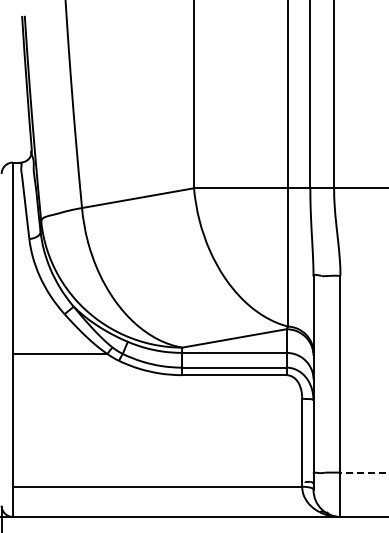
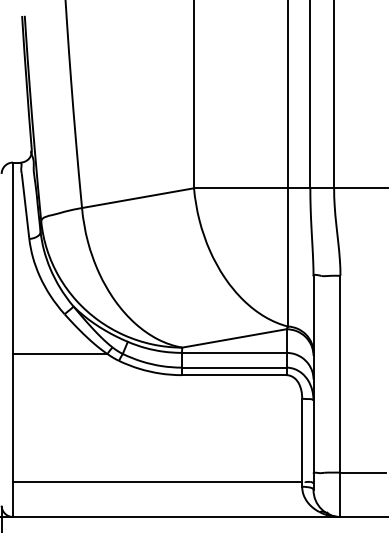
line at (363, 472): dashed -> solid
line at (157, 486) position: (157, 486) -> (157, 481)
